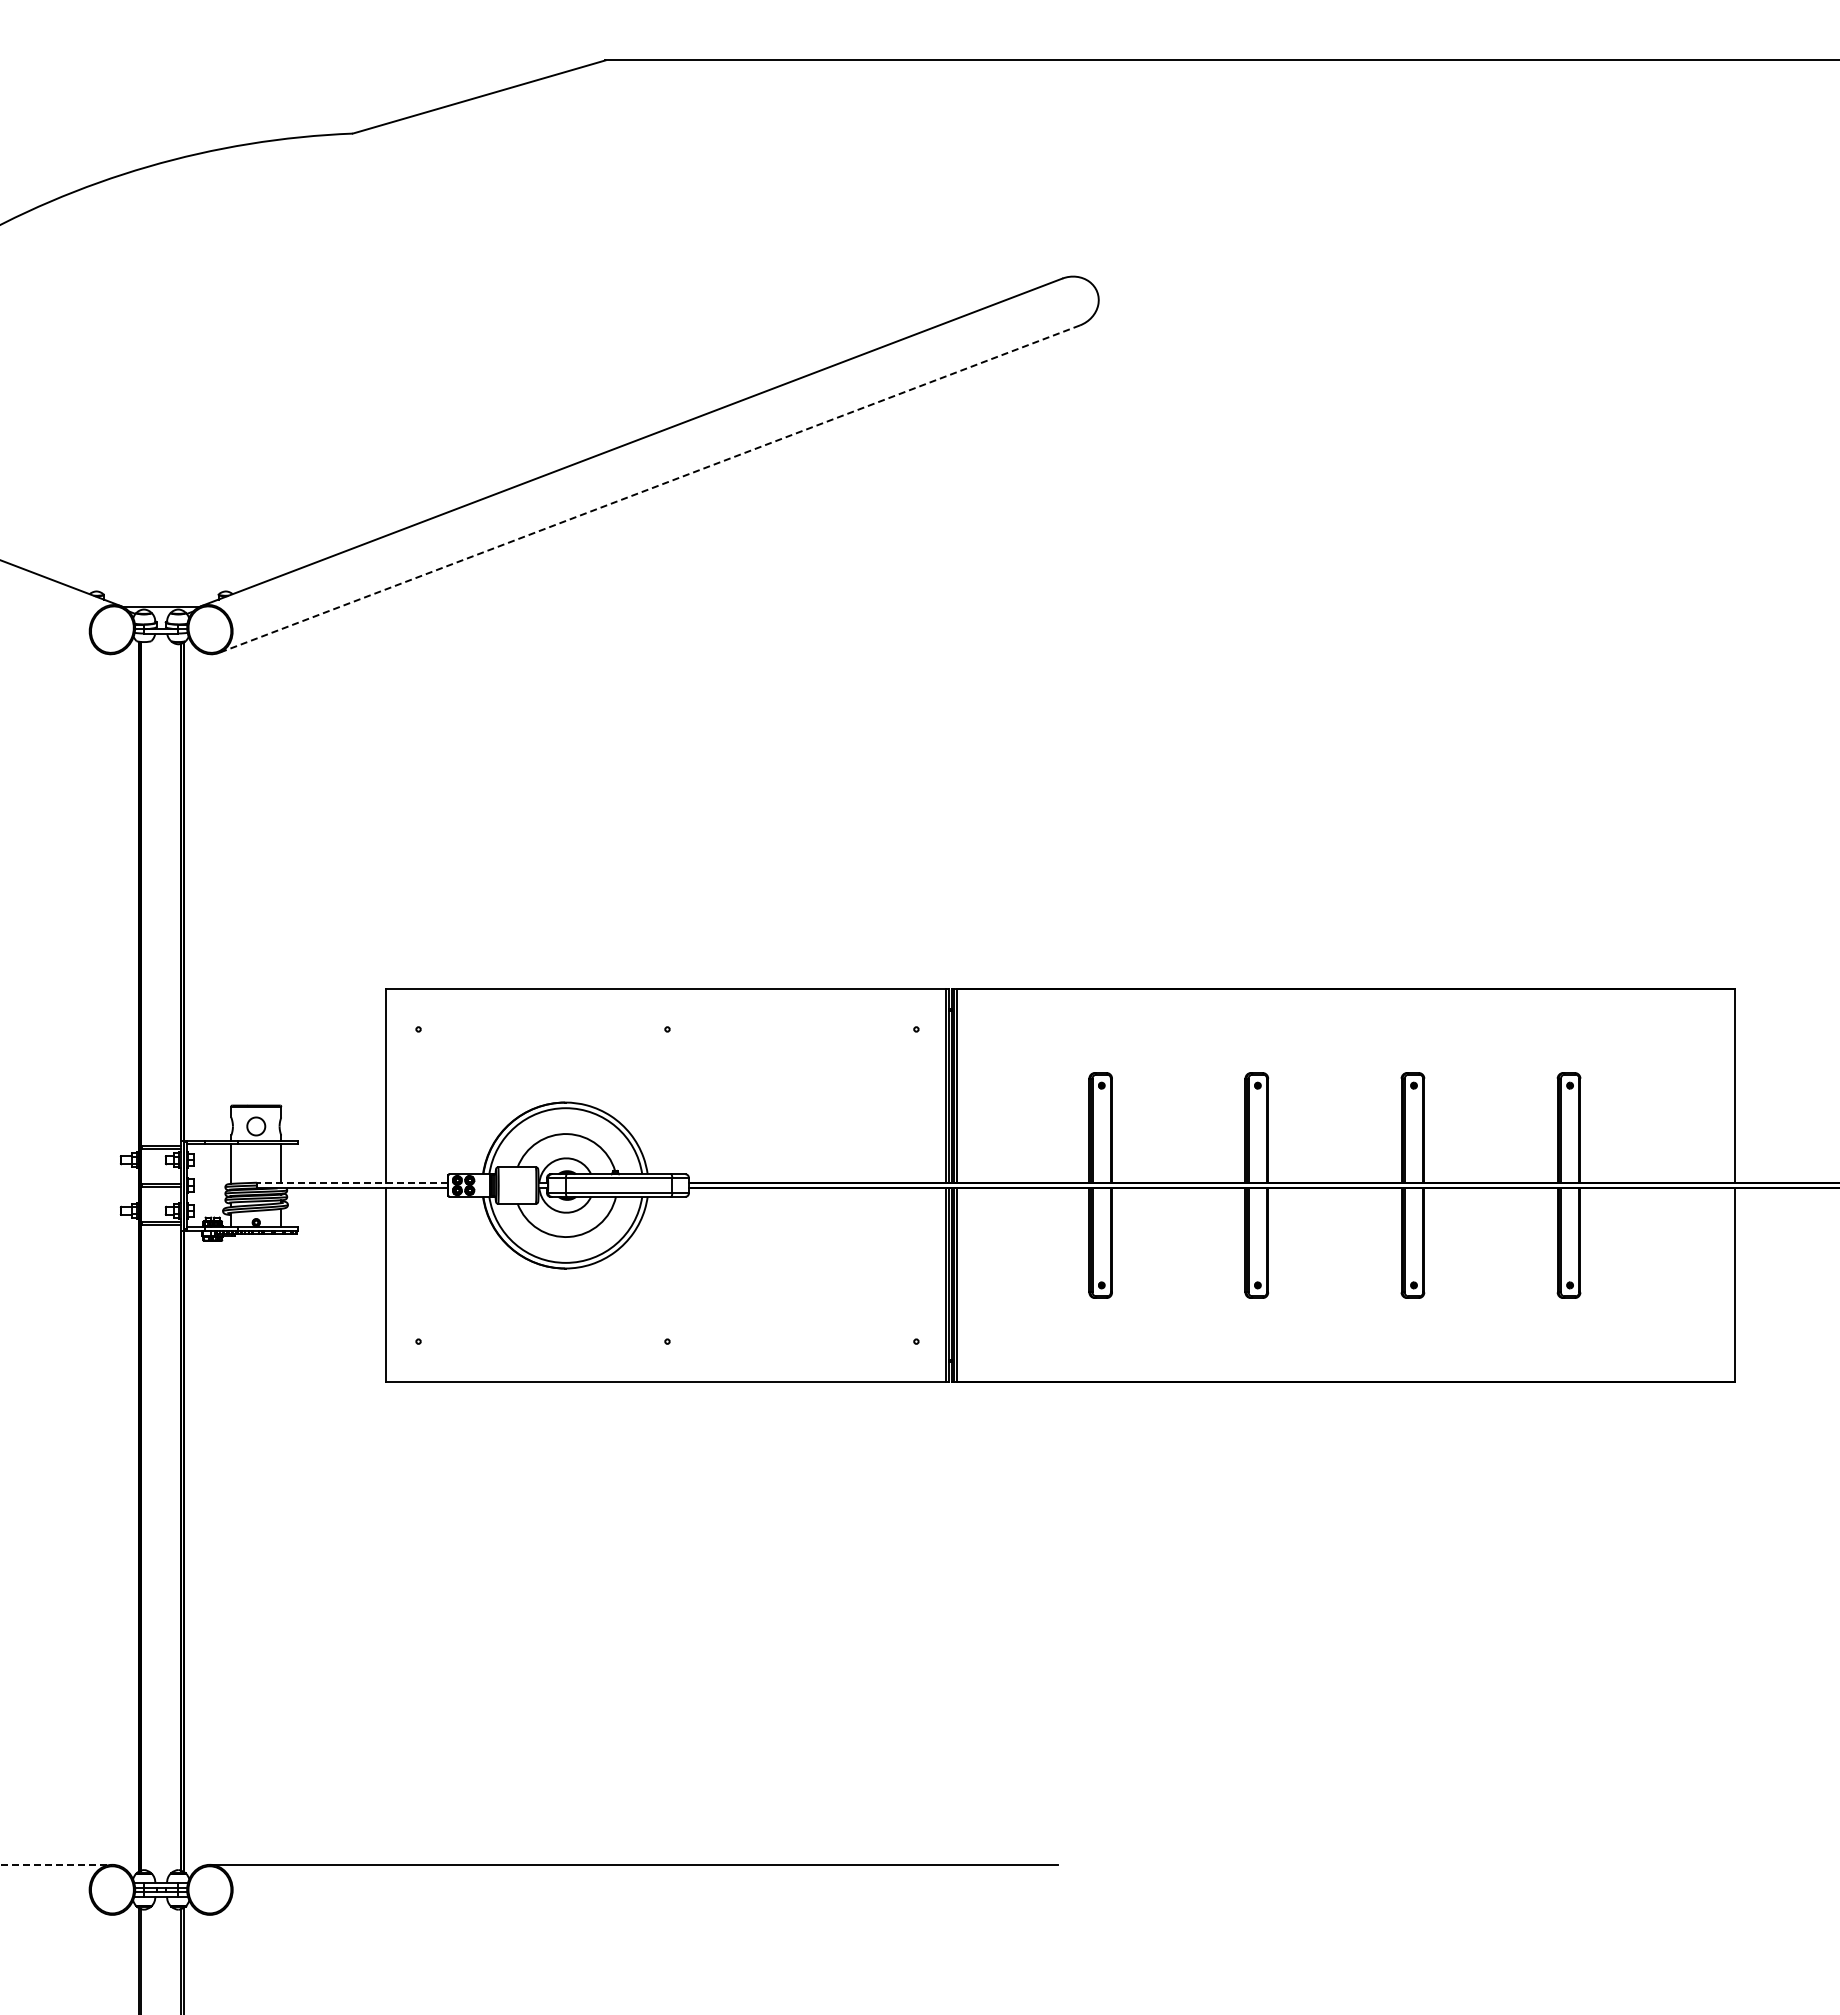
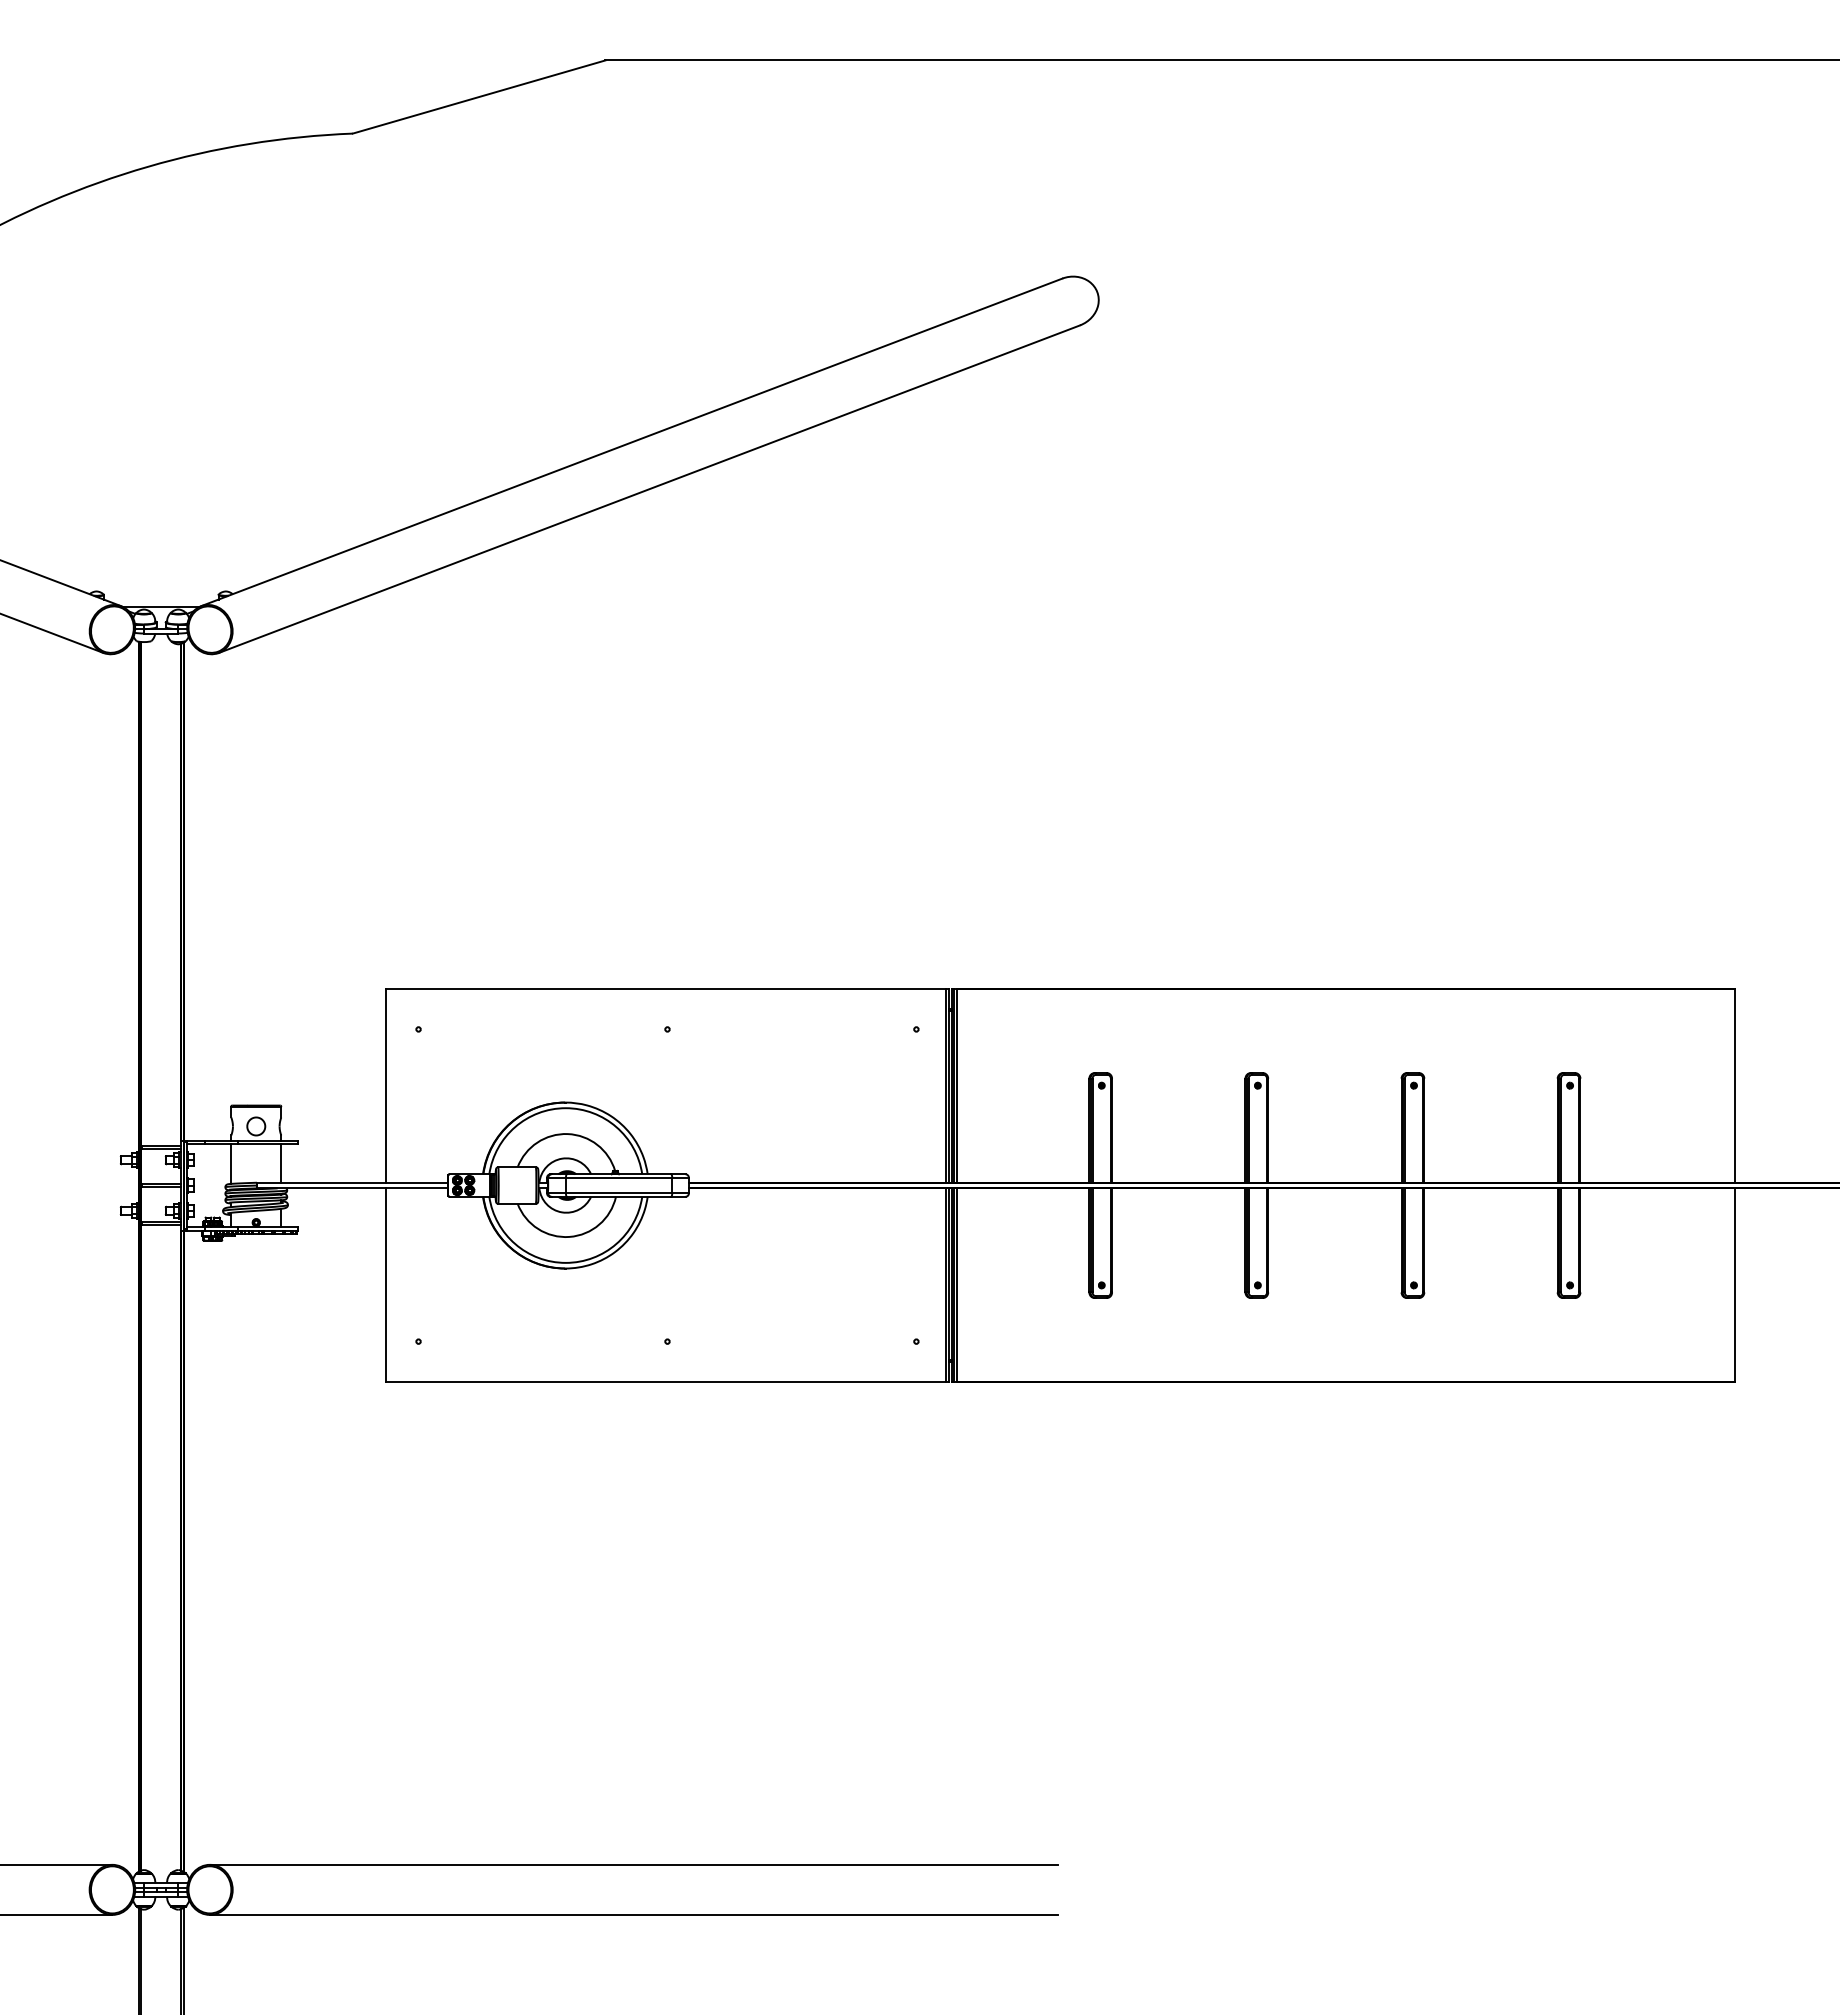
line at (649, 489): dashed -> solid
line at (52, 633): none -> present
line at (352, 1182): dashed -> solid
line at (56, 1864): dashed -> solid
line at (57, 1914): none -> present
line at (633, 1914): none -> present
